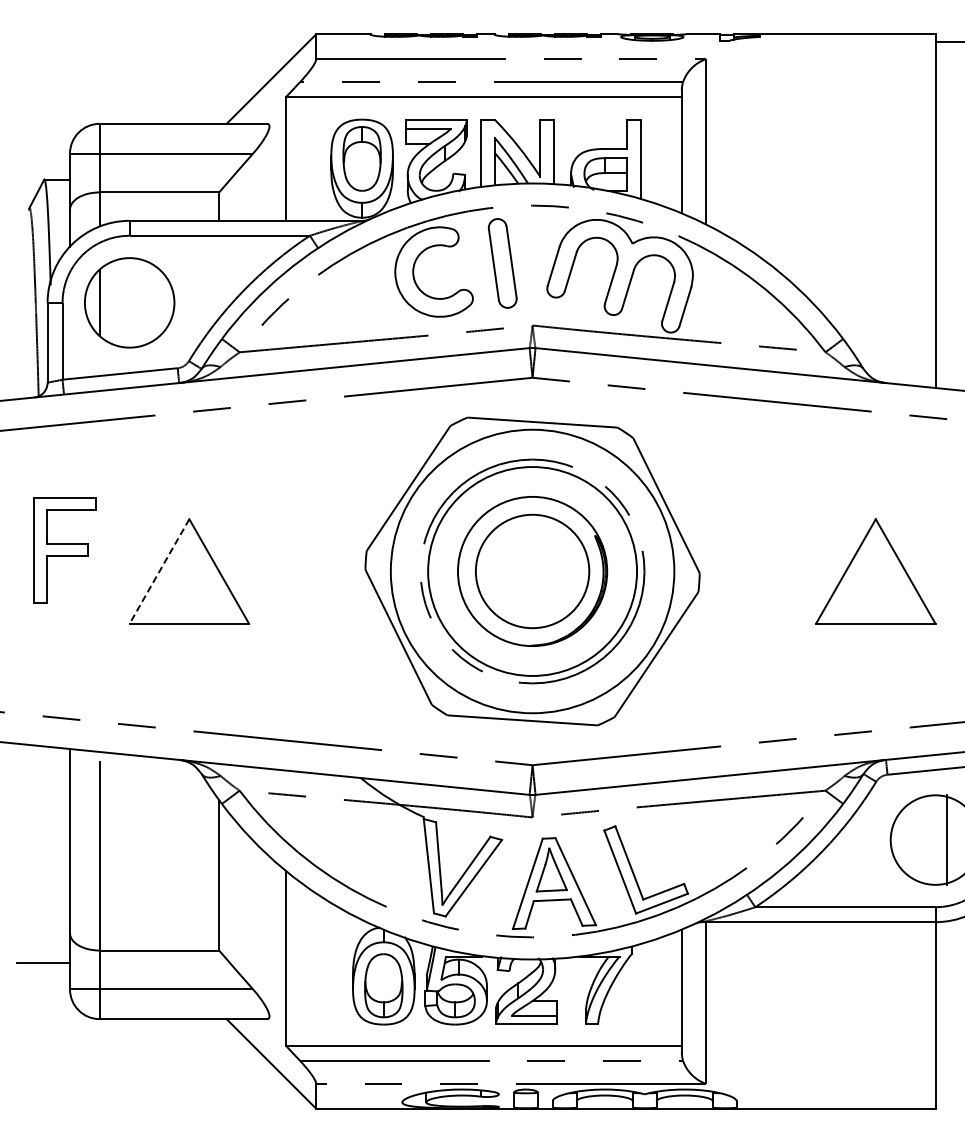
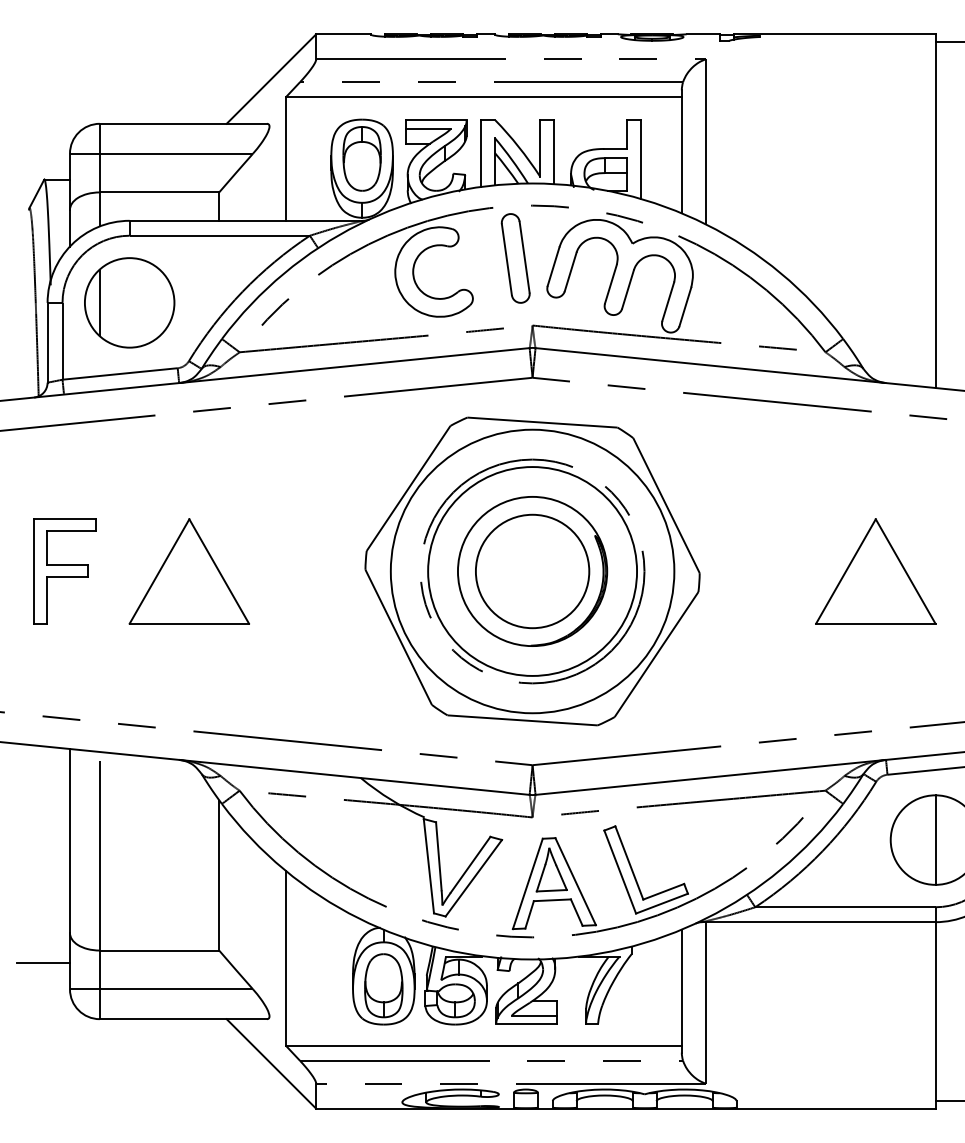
part at (502, 263) position: (502, 263) -> (515, 258)
part at (64, 550) position: (64, 550) -> (64, 571)
line at (159, 571): dashed -> solid
line at (946, 839) position: (946, 839) -> (935, 839)
line at (948, 1101): none -> present
